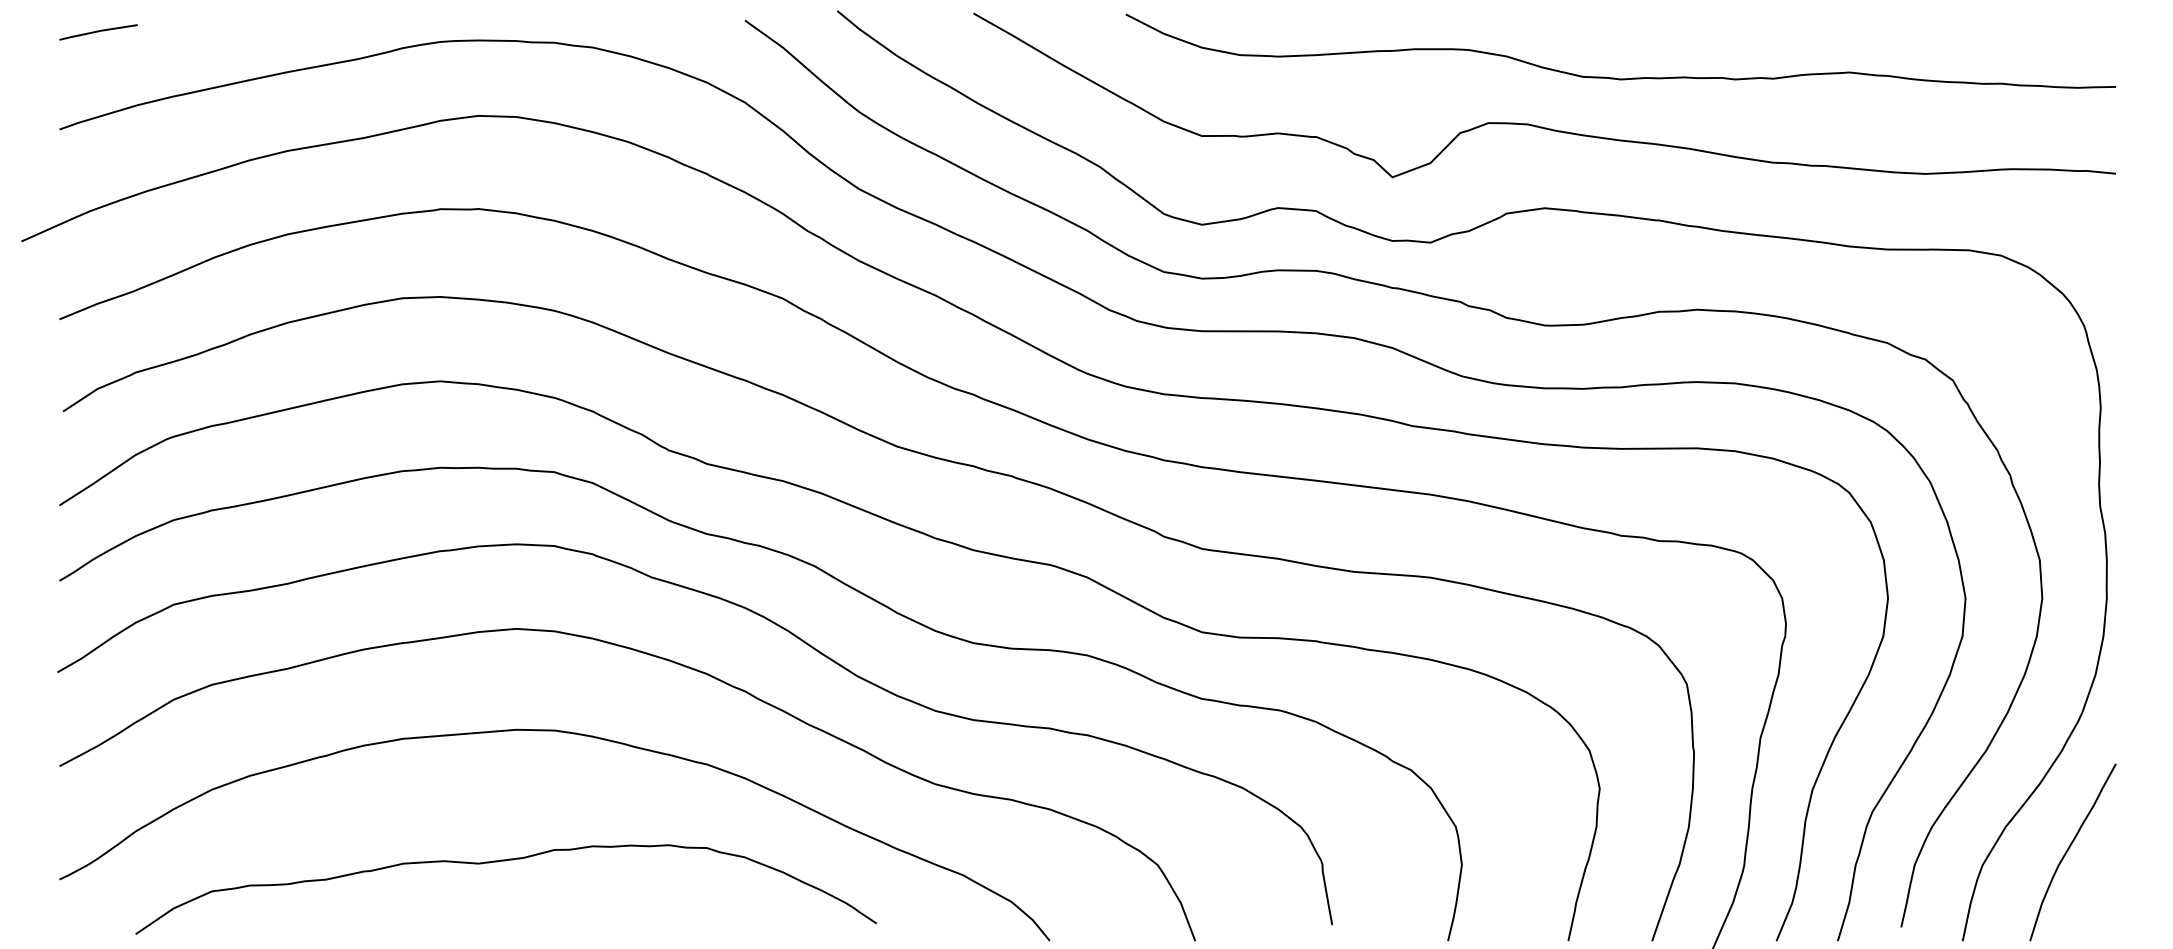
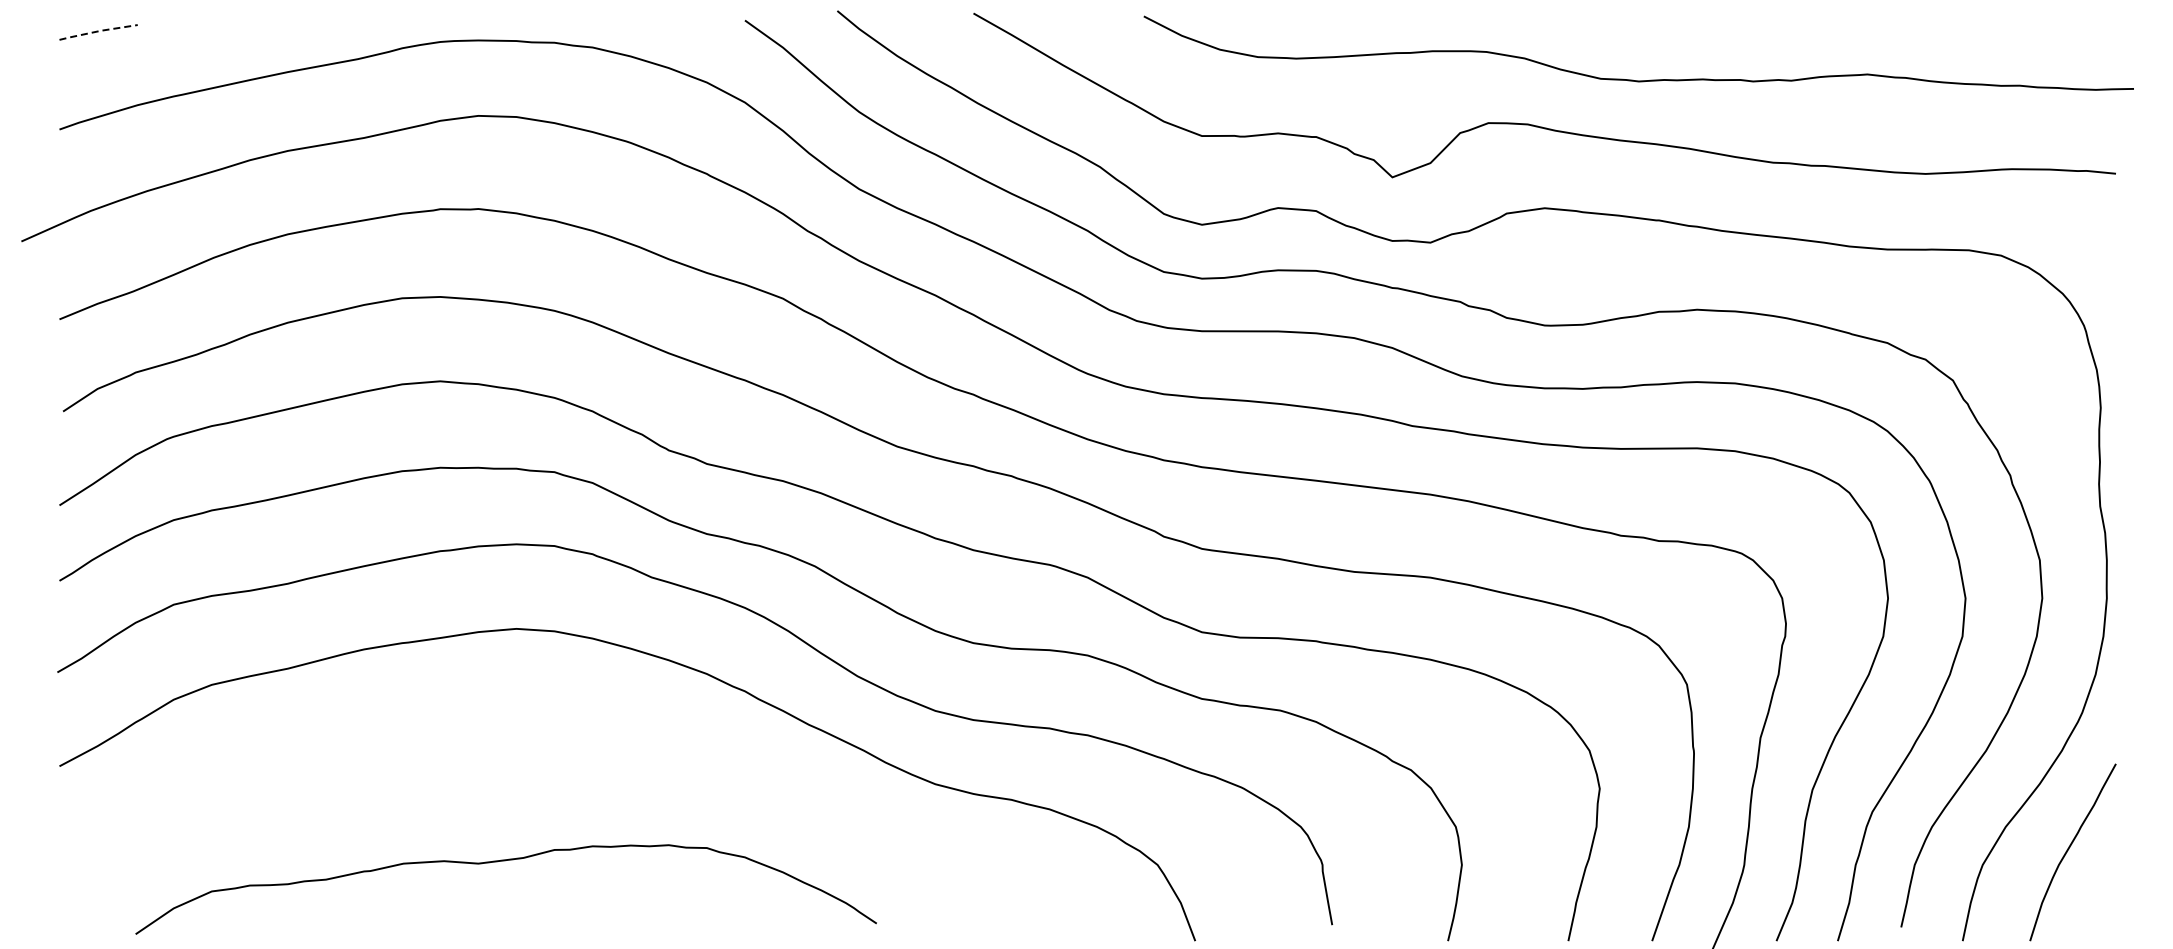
line at (98, 31): solid -> dashed
curve at (1614, 77) position: (1614, 77) -> (1632, 79)
curve at (566, 733): present -> none
